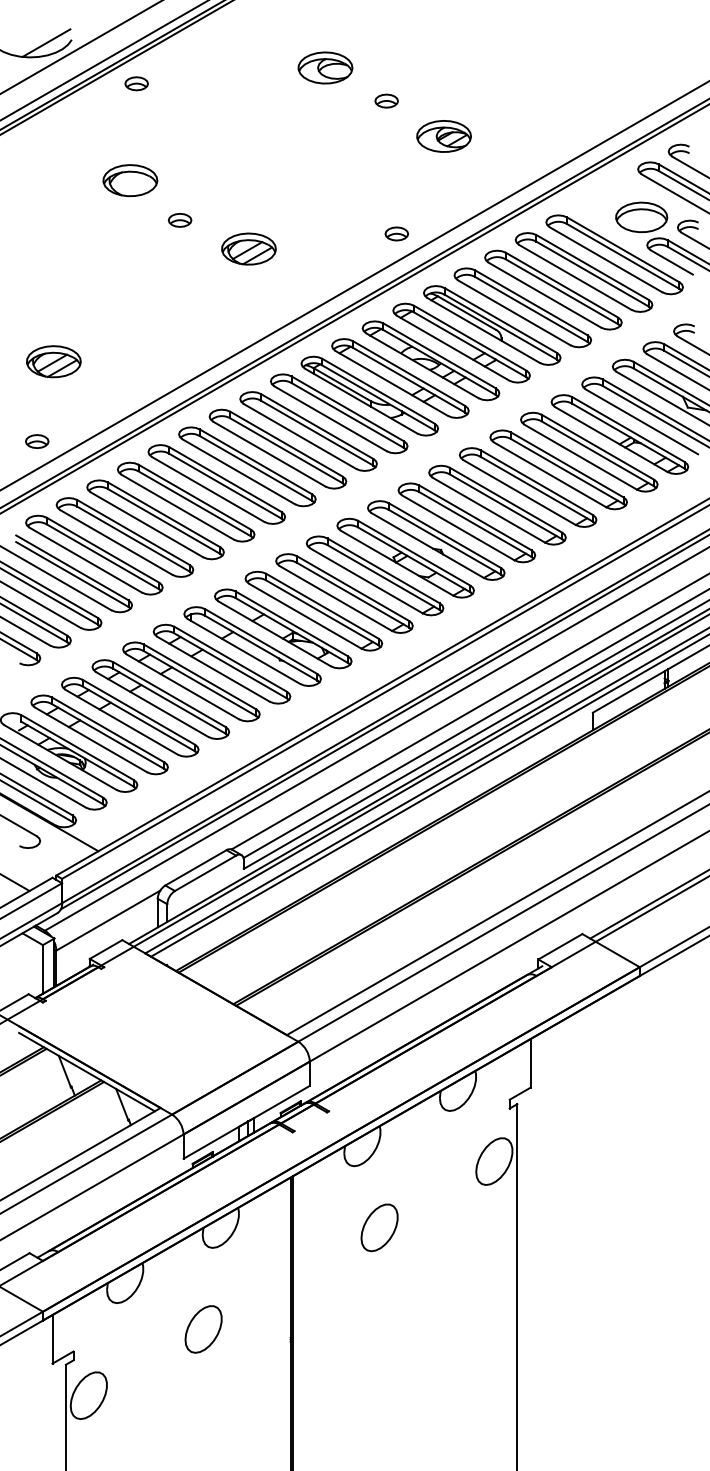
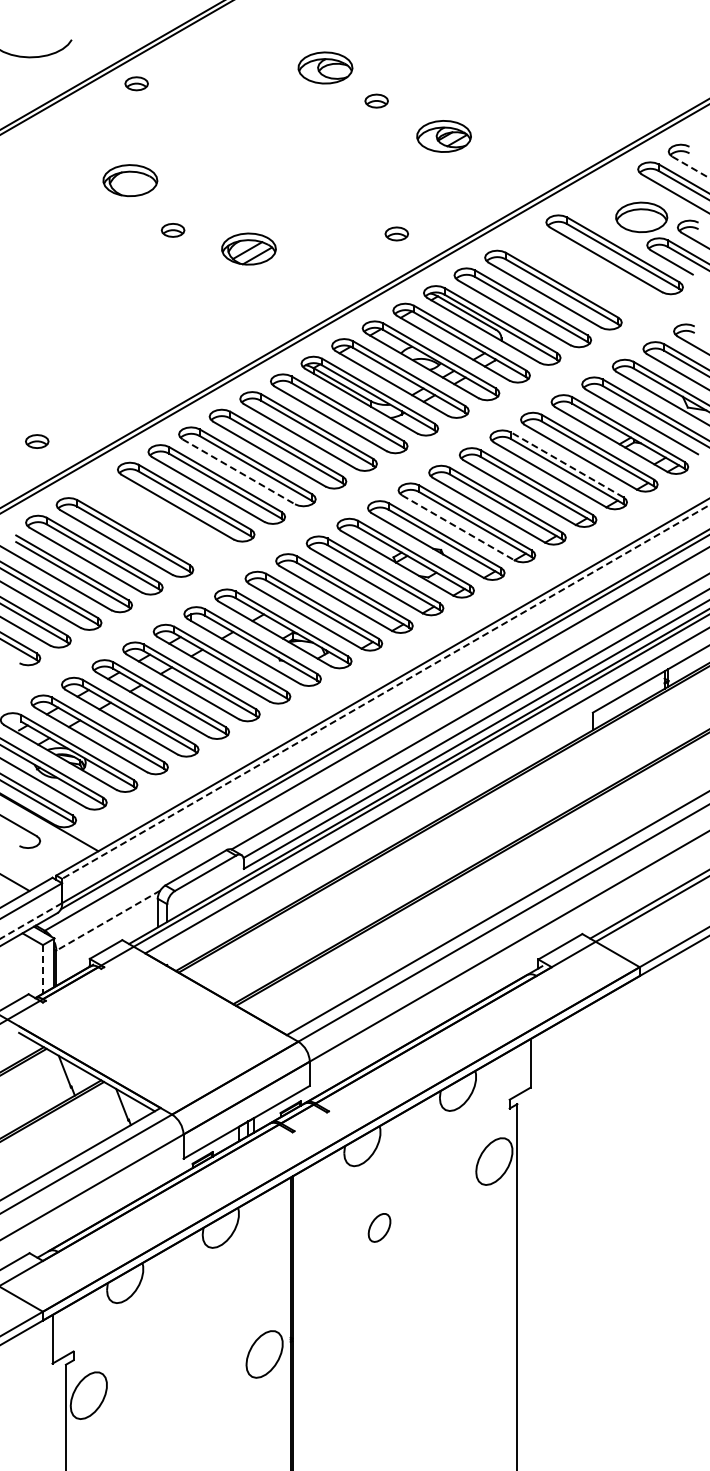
line at (46, 43): present -> none
line at (80, 47): present -> none
line at (103, 60): present -> none
part at (386, 100) position: (386, 100) -> (376, 100)
line at (691, 167): solid -> dashed
part at (179, 220) position: (179, 220) -> (172, 230)
part at (583, 272): present -> none
line at (354, 285): present -> none
part at (53, 361): present -> none
line at (567, 464): solid -> dashed
line at (238, 471): solid -> dashed
part at (155, 519): present -> none
line at (458, 527): solid -> dashed
line at (386, 691): solid -> dashed
line at (428, 796): present -> none
line at (107, 920): solid -> dashed
line at (31, 921): solid -> dashed
line at (42, 969): solid -> dashed
part at (379, 1227) size: 39x50 px -> 25x30 px
part at (203, 1329) position: (203, 1329) -> (264, 1354)
